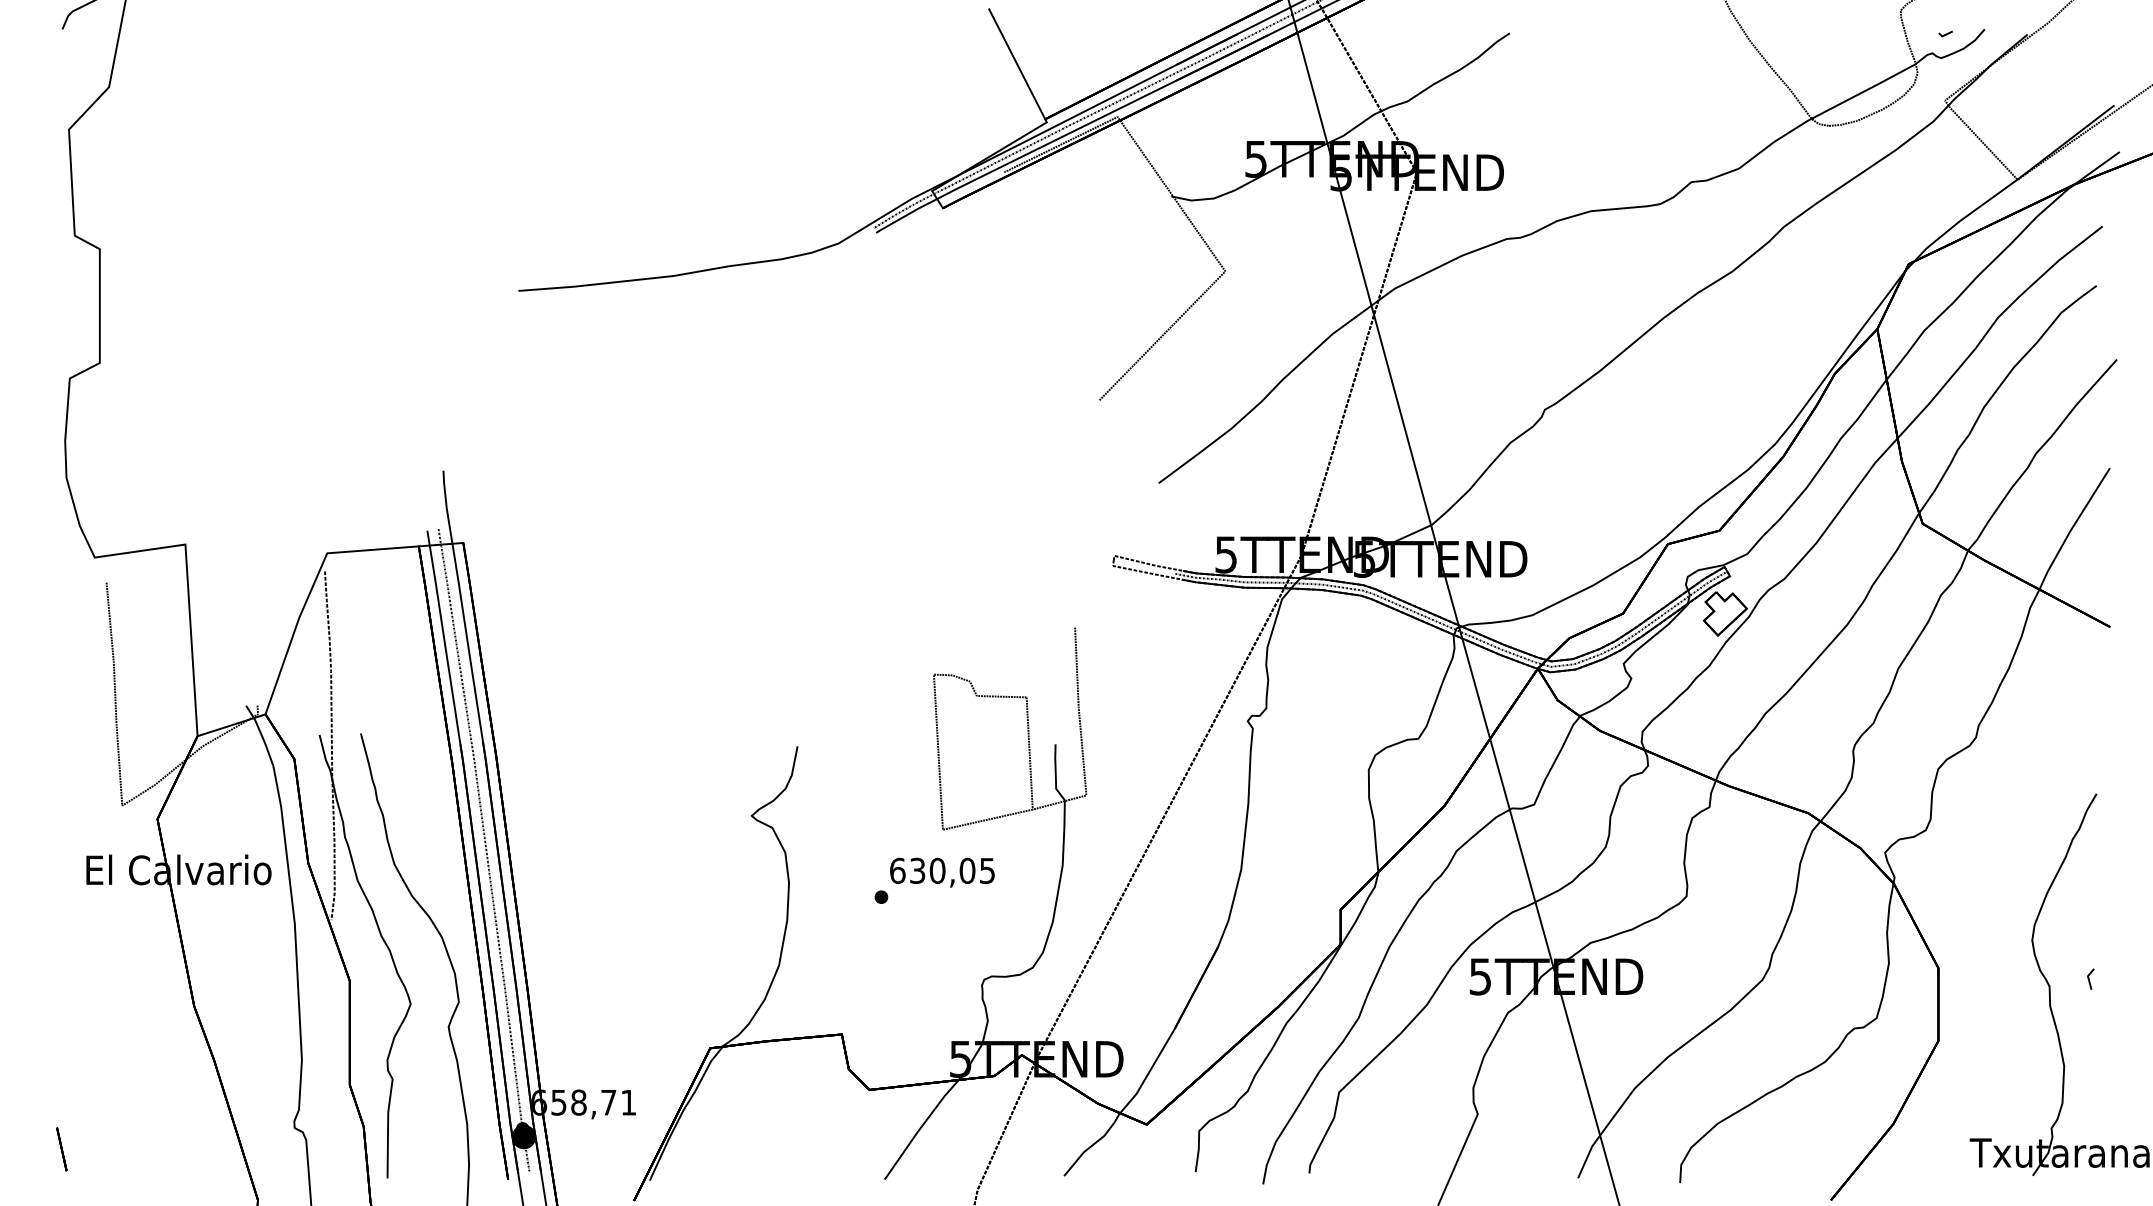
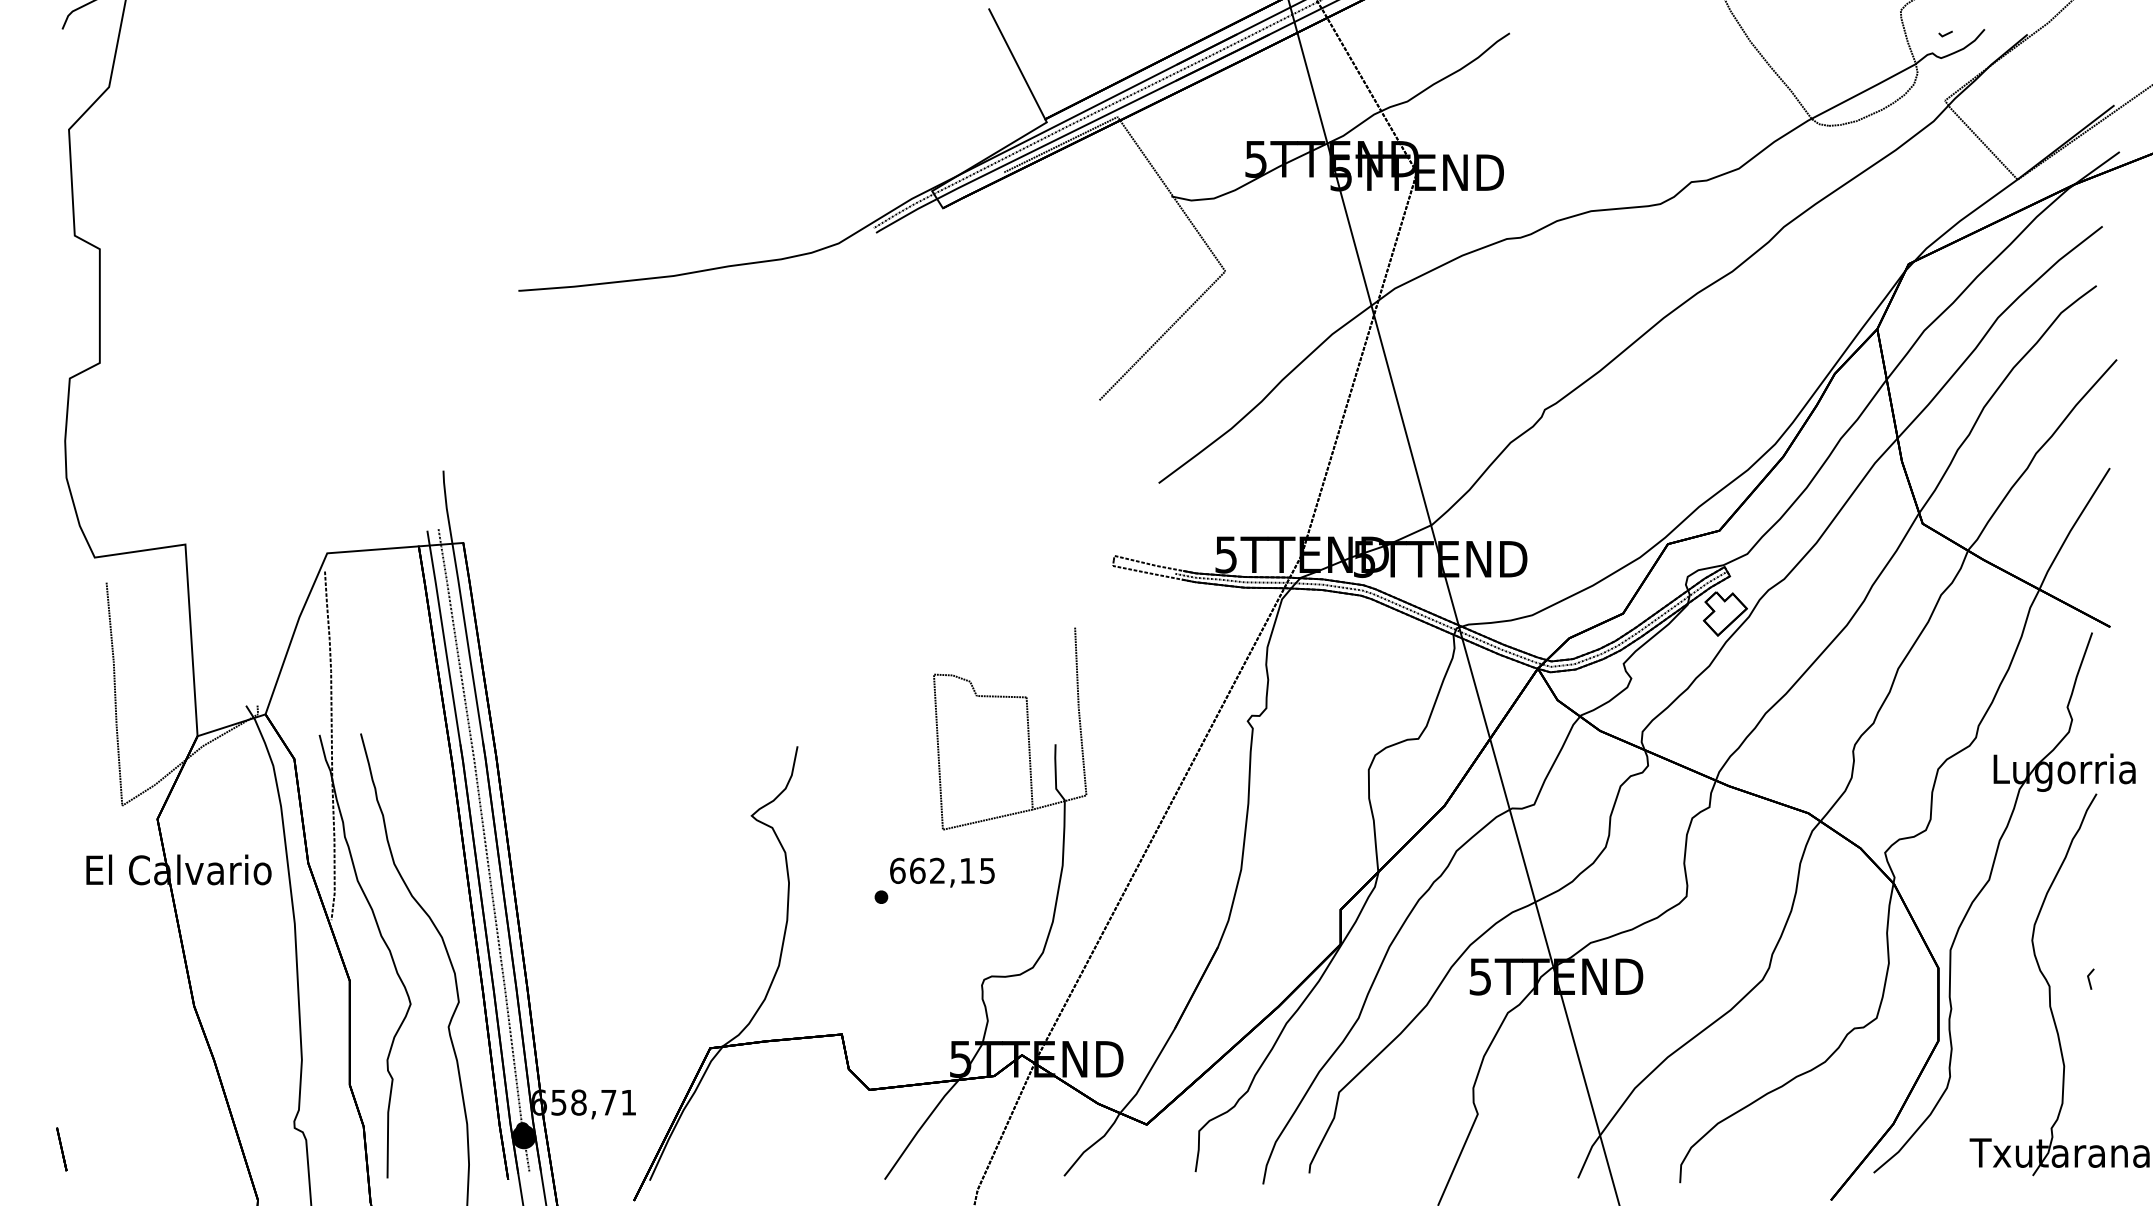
text at (942, 870): 630,05 -> 662,15
part at (1983, 889): none -> present
